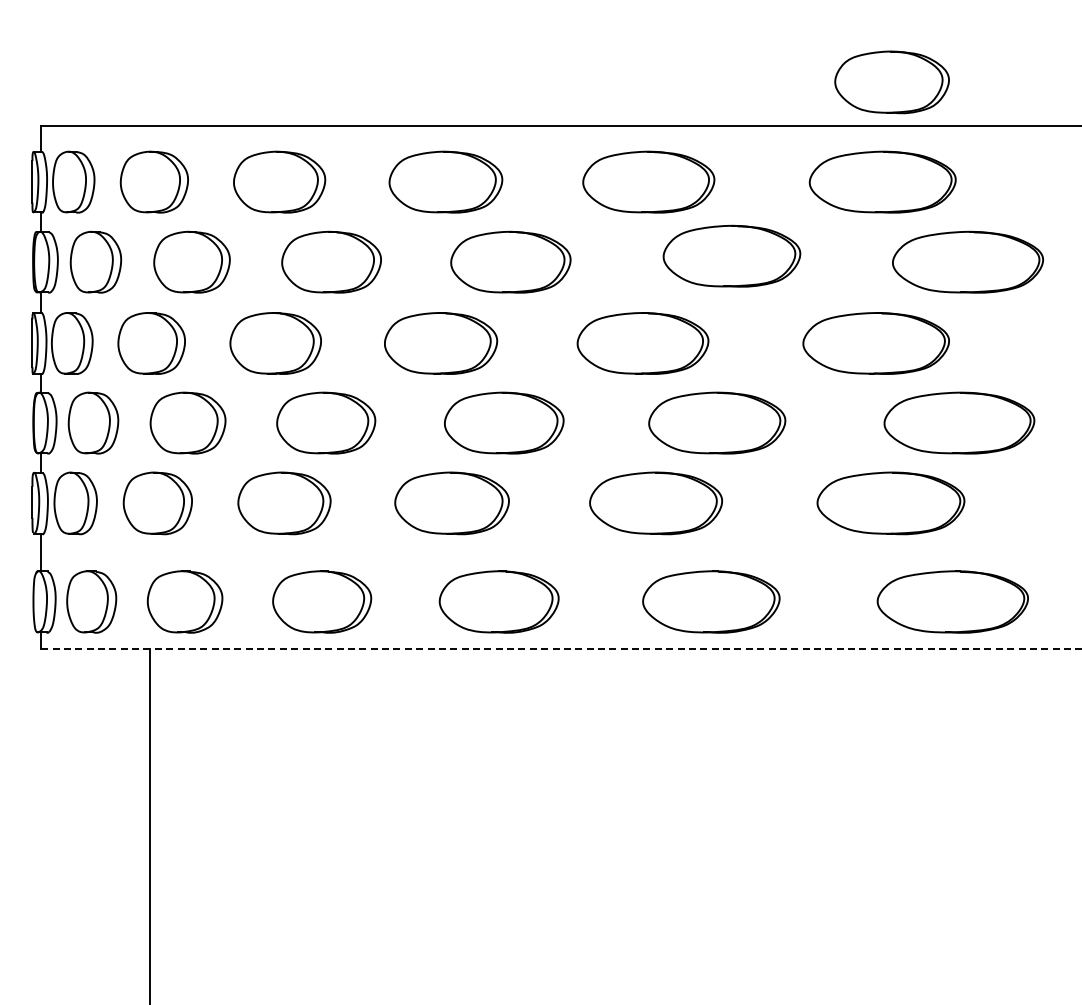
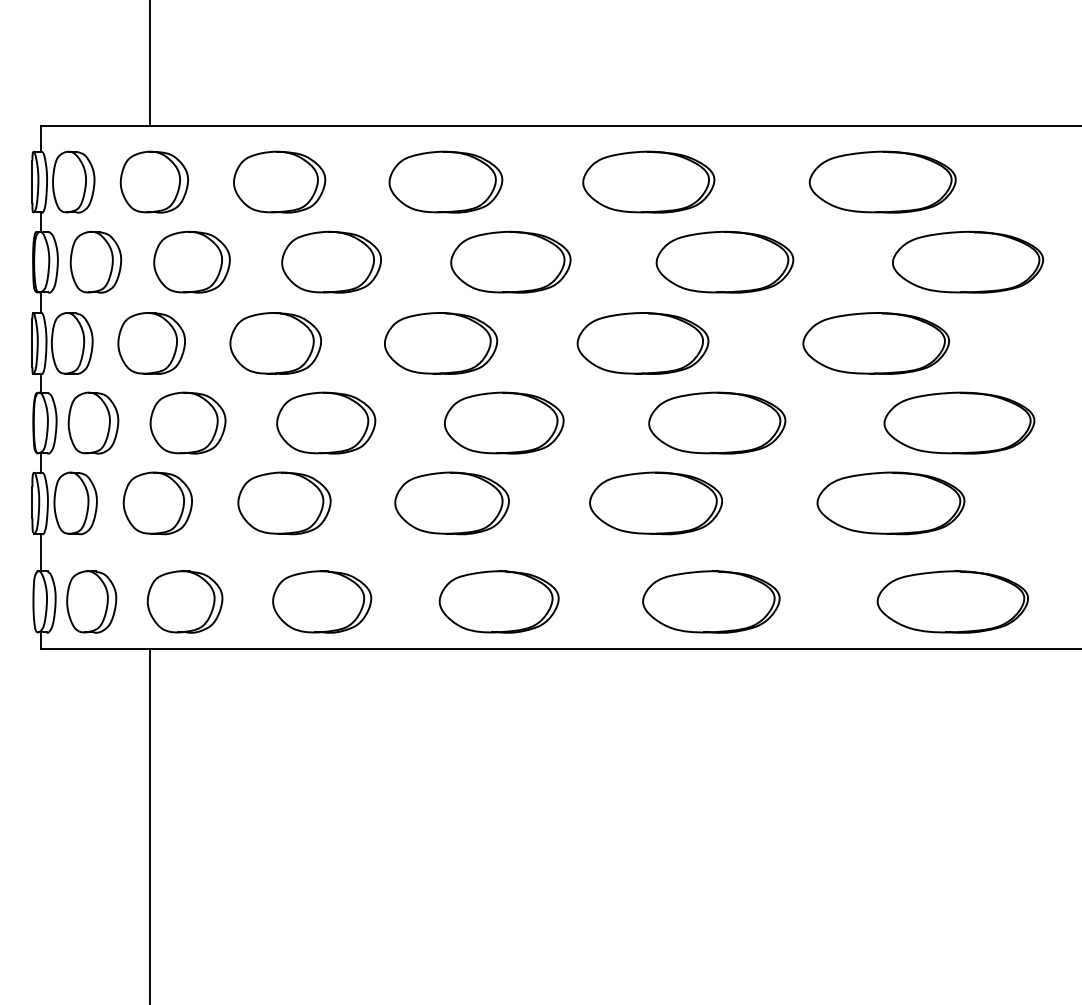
line at (150, 63): none -> present
part at (891, 82): present -> none
part at (731, 255) position: (731, 255) -> (724, 261)
line at (561, 649): dashed -> solid
